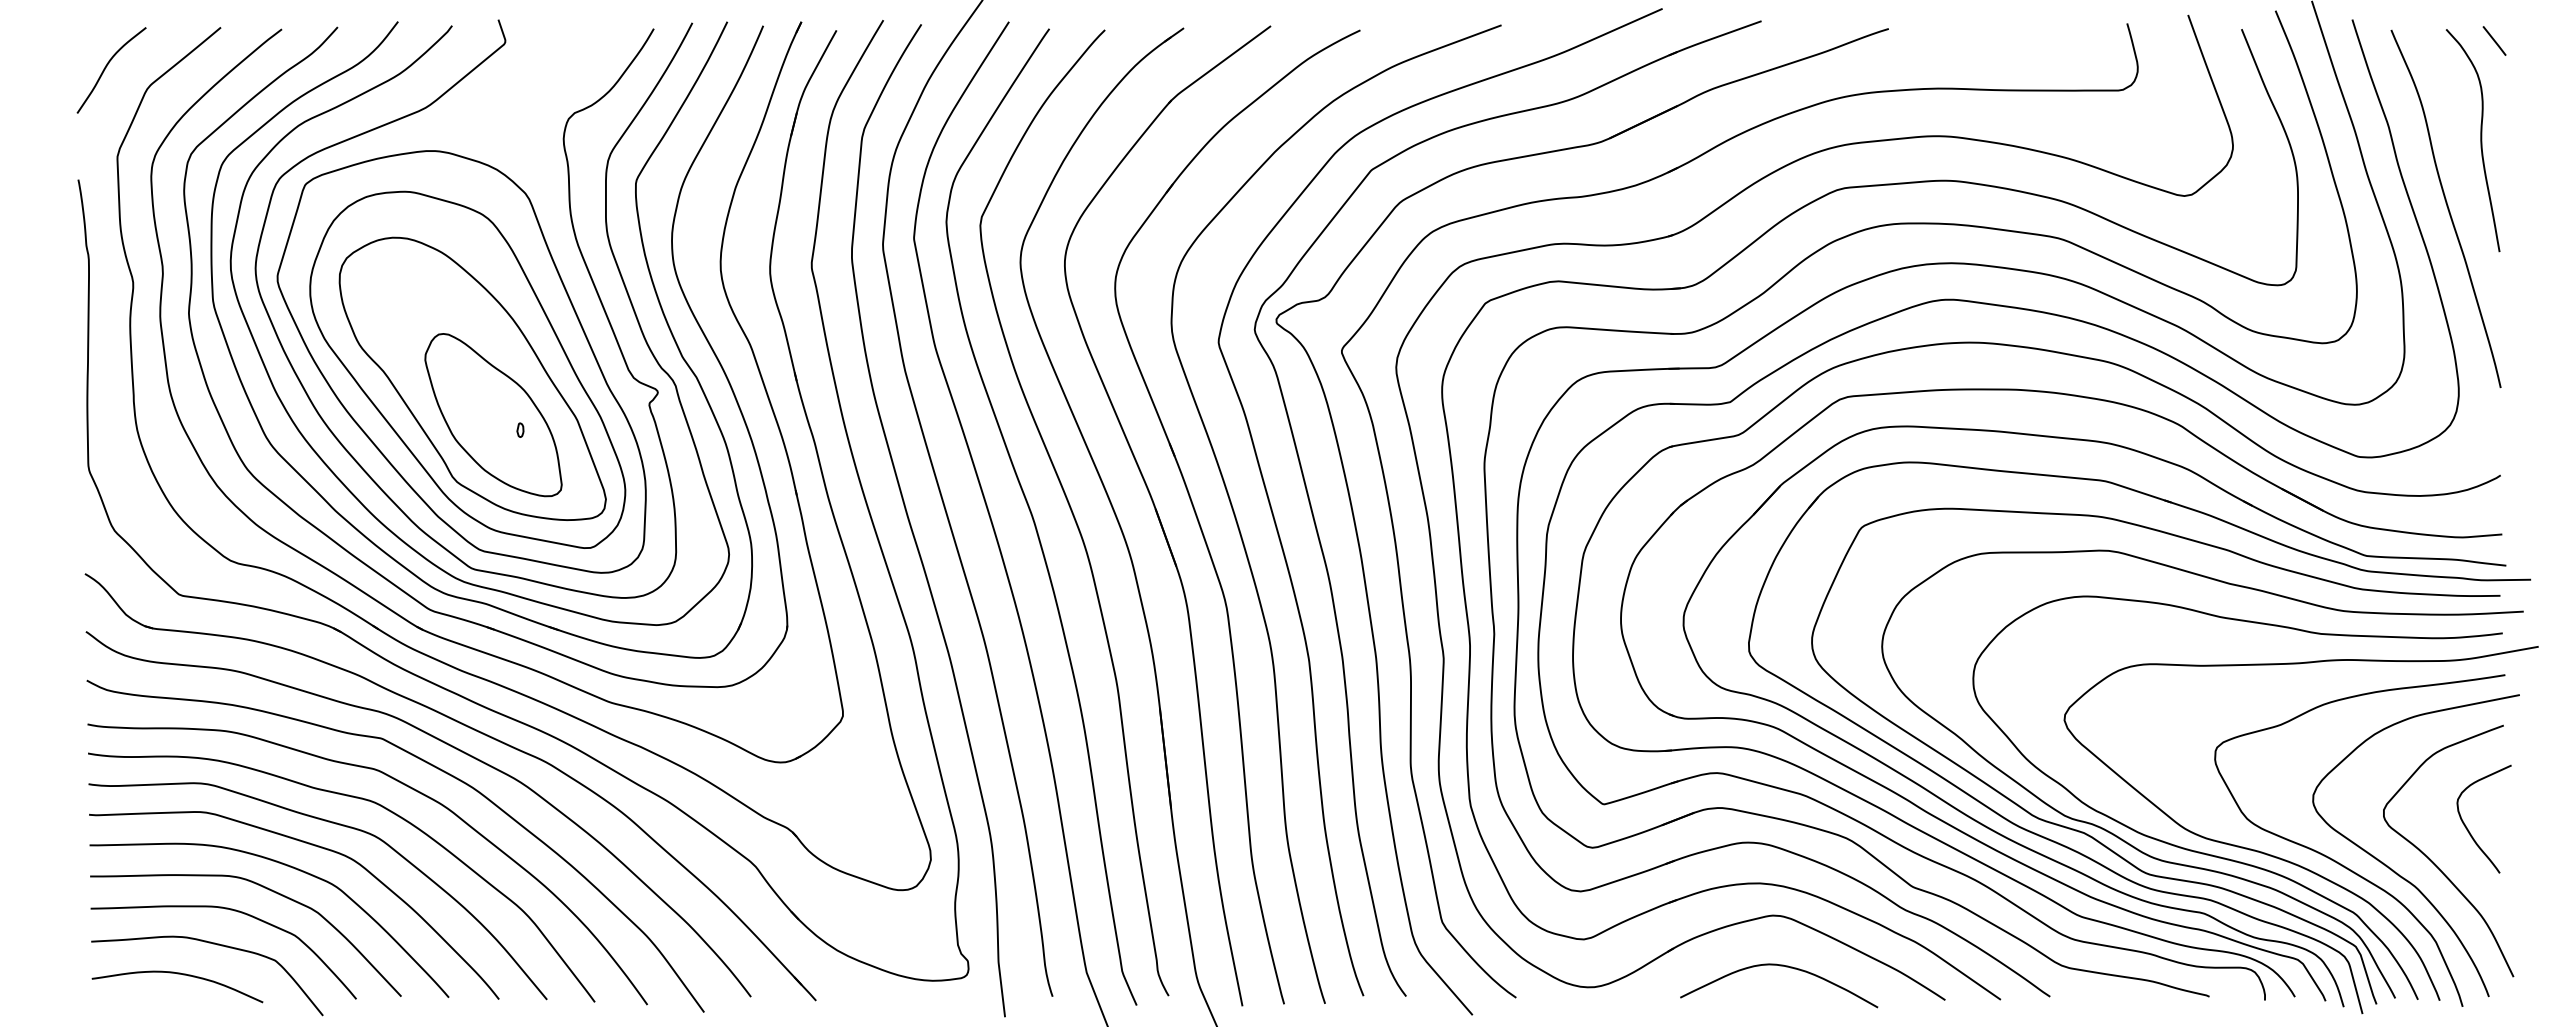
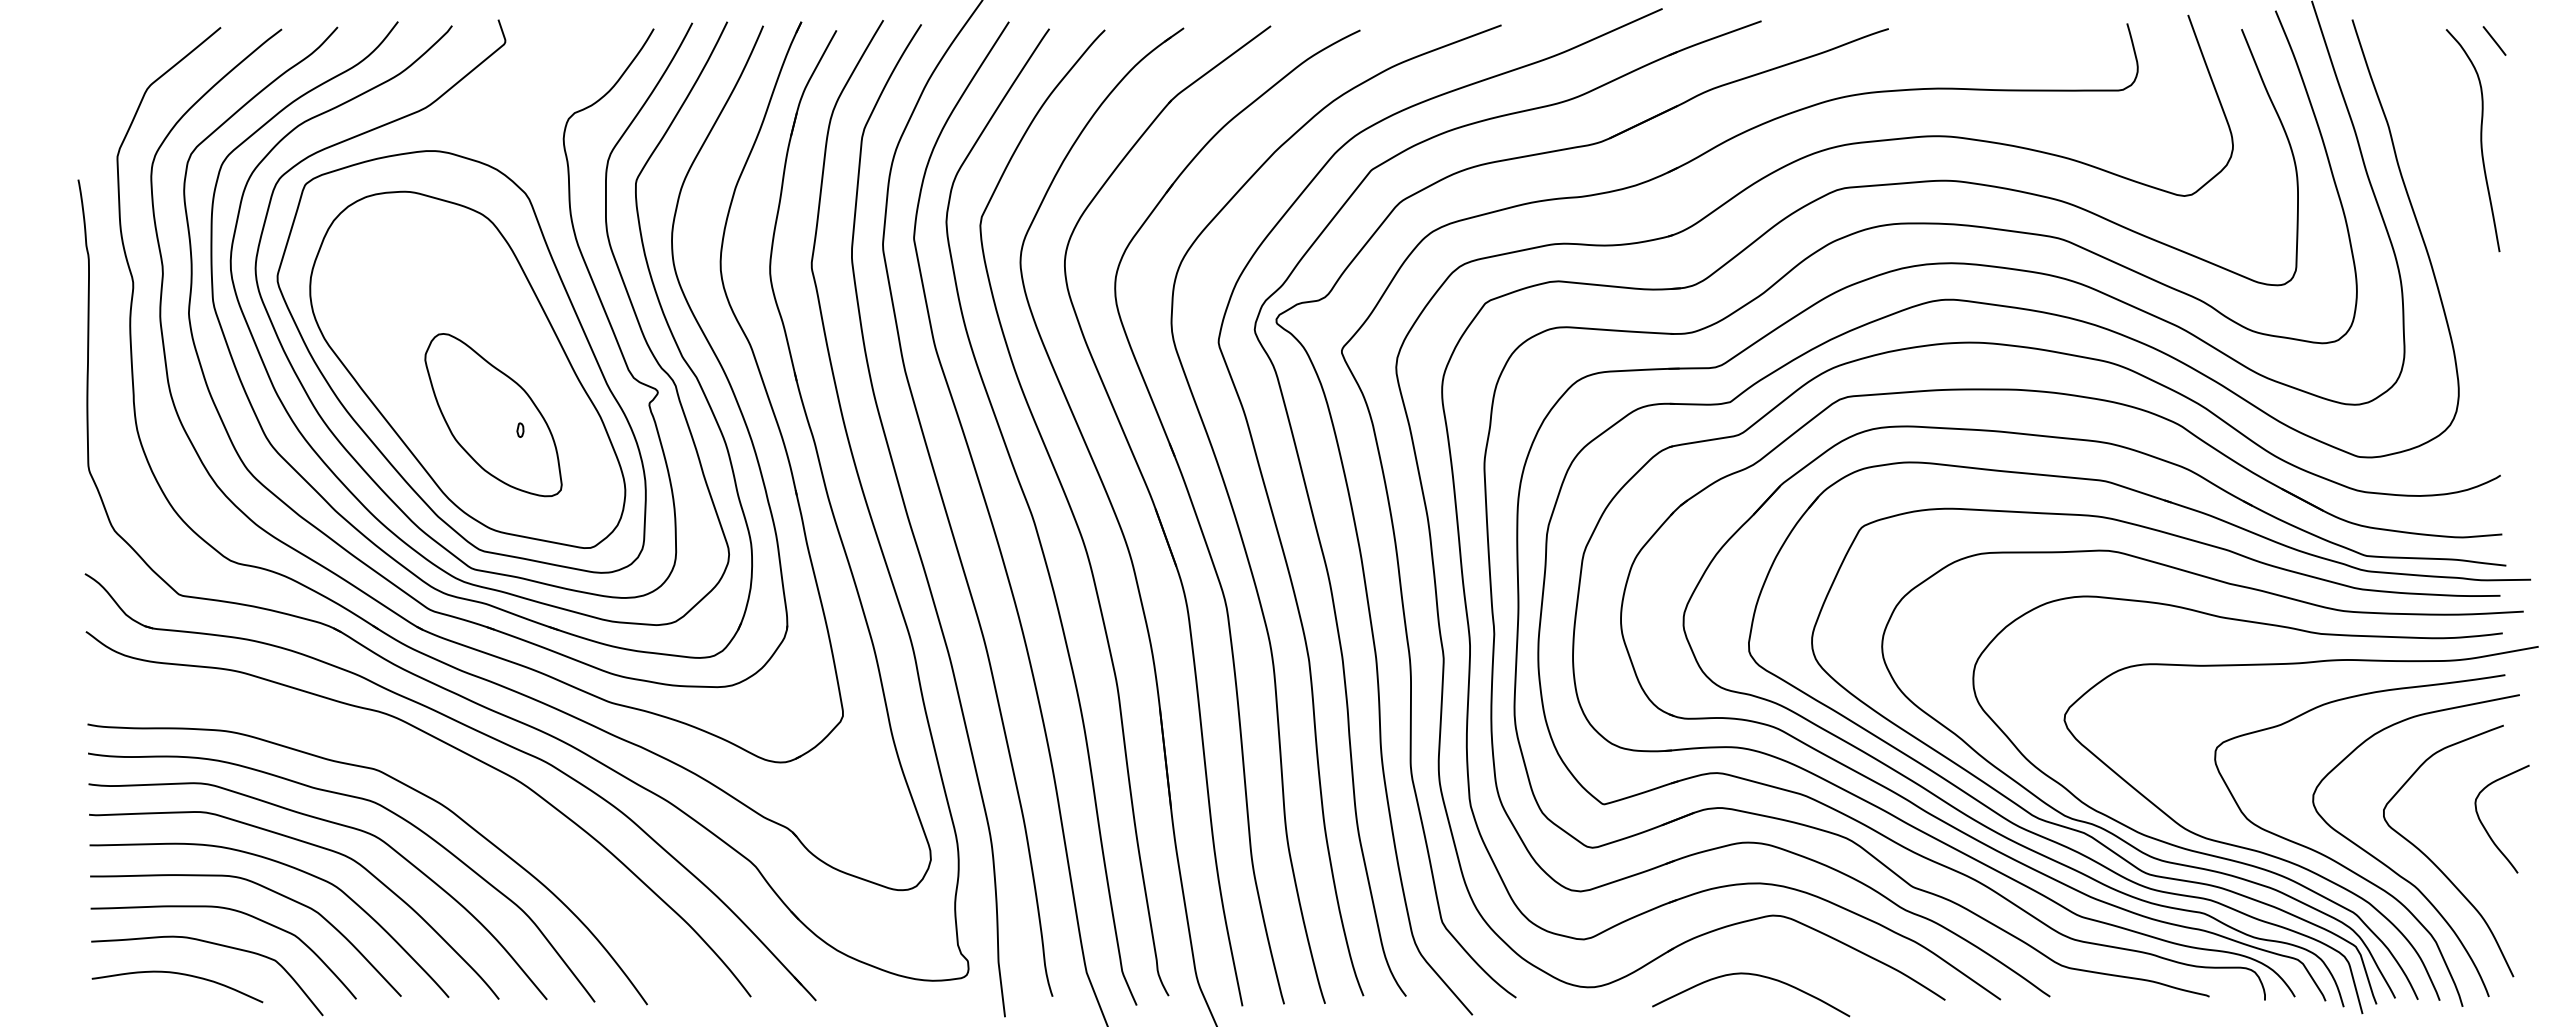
curve at (106, 68): present -> none
curve at (2447, 208): present -> none
part at (472, 378): present -> none
curve at (439, 770): present -> none
curve at (2467, 827) position: (2467, 827) -> (2485, 827)
curve at (1779, 966) position: (1779, 966) -> (1751, 975)
